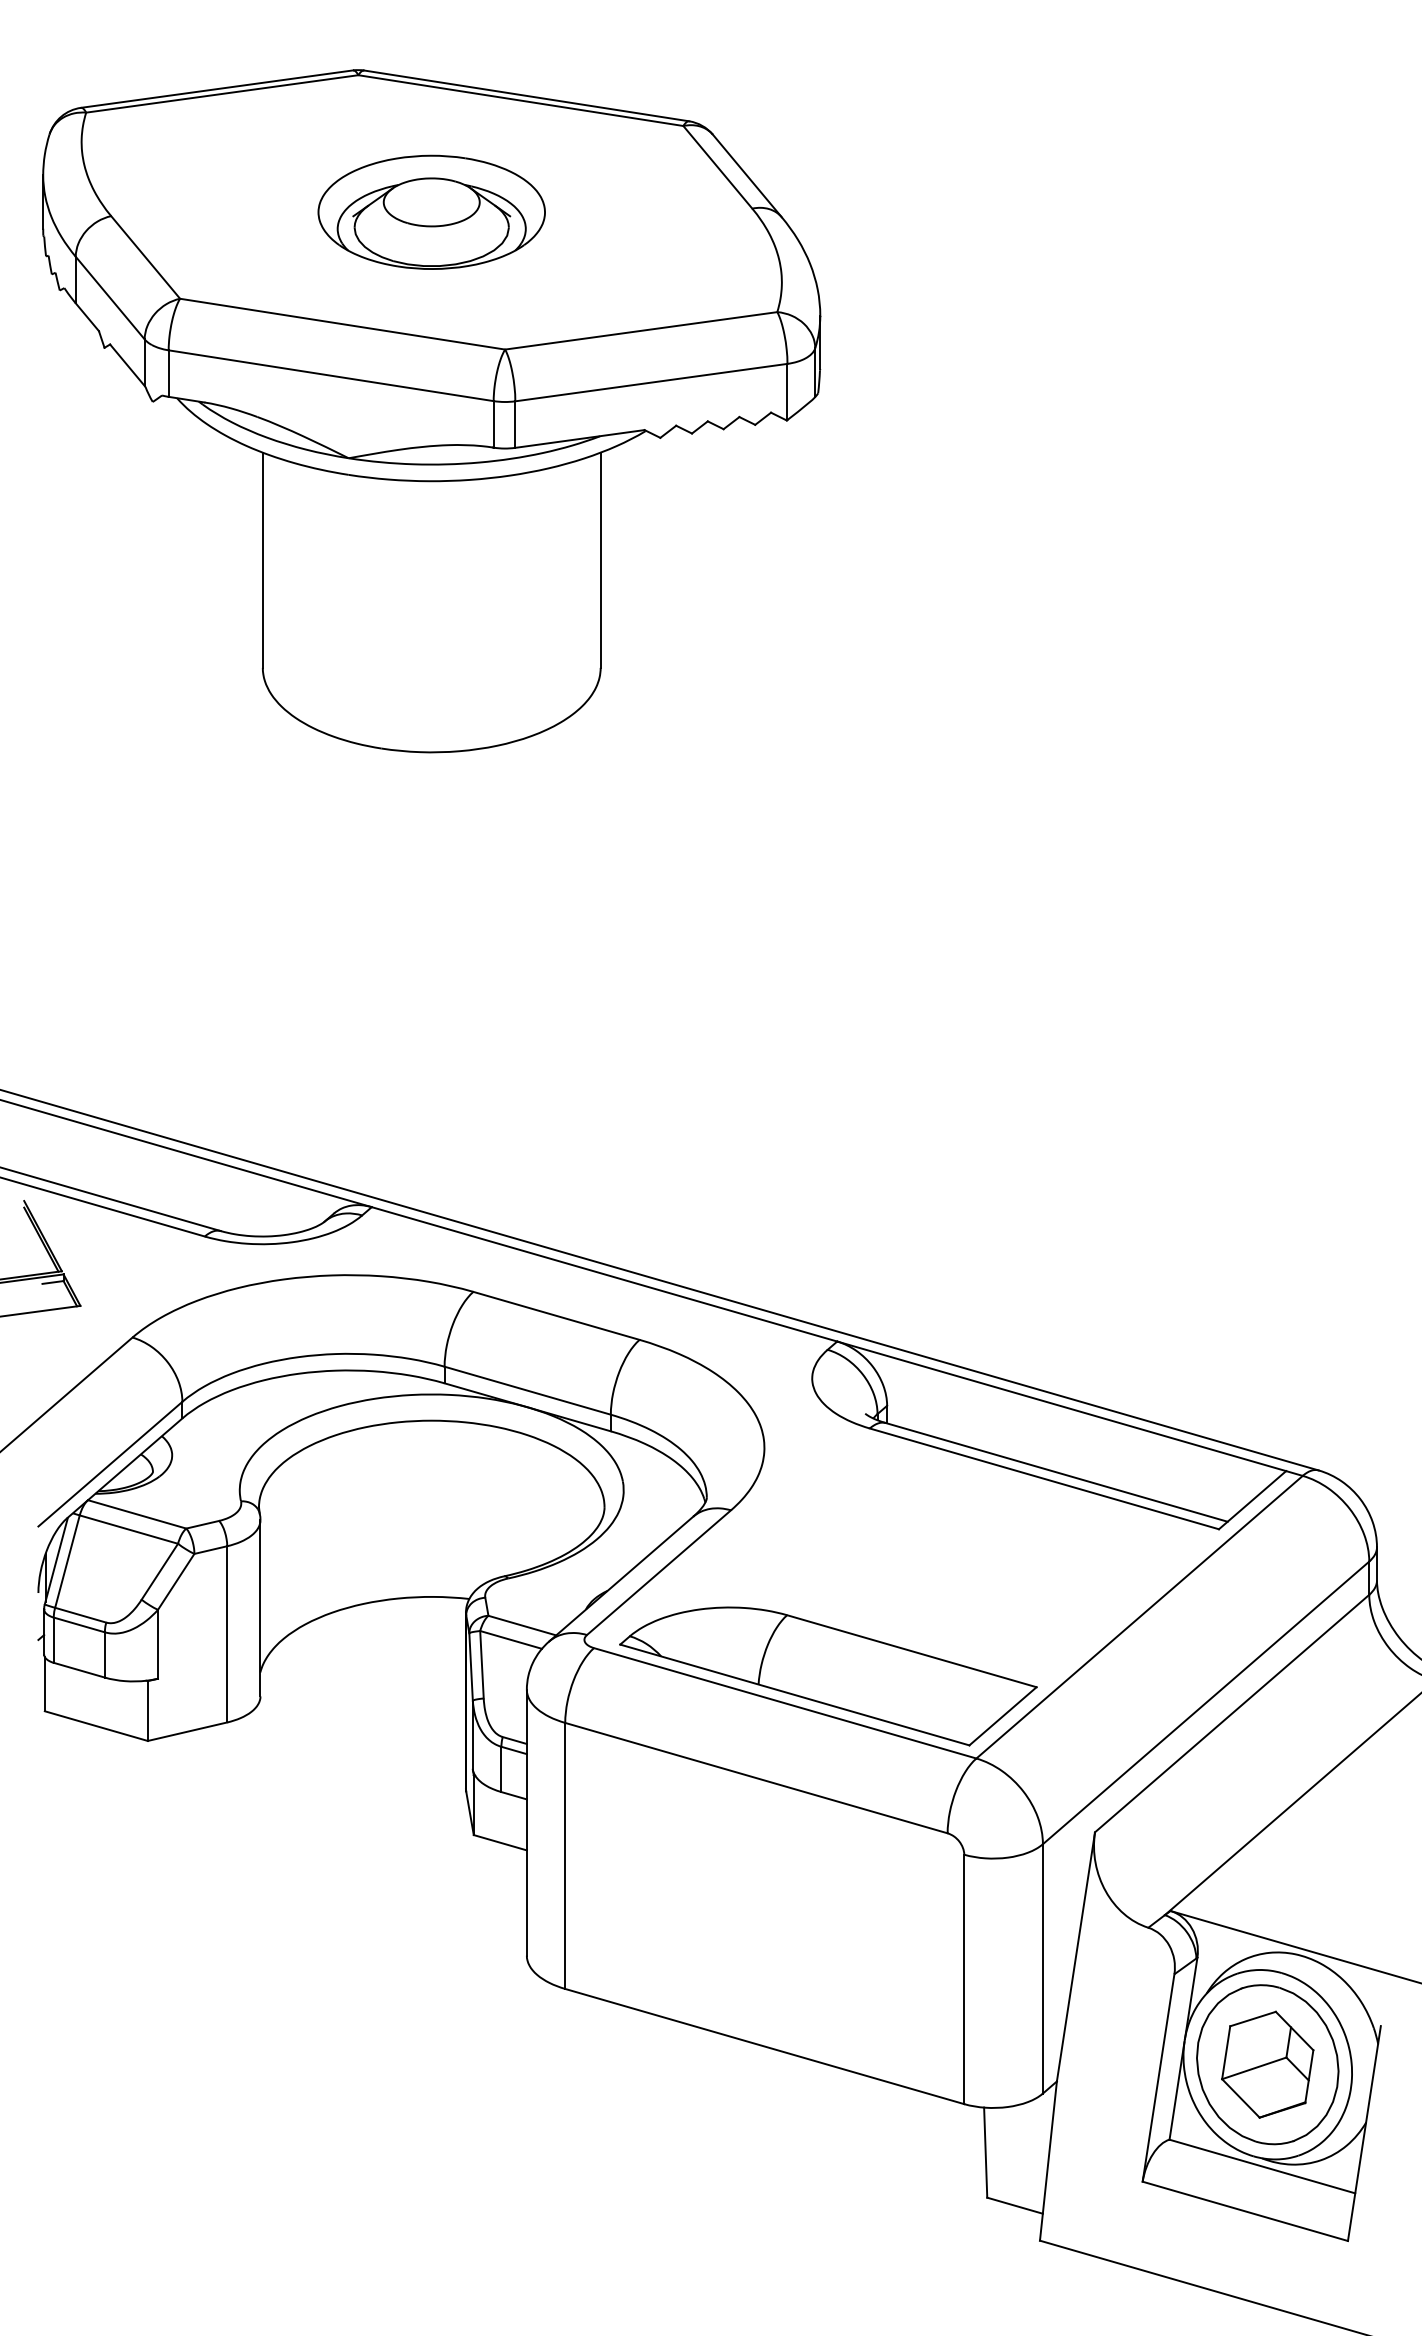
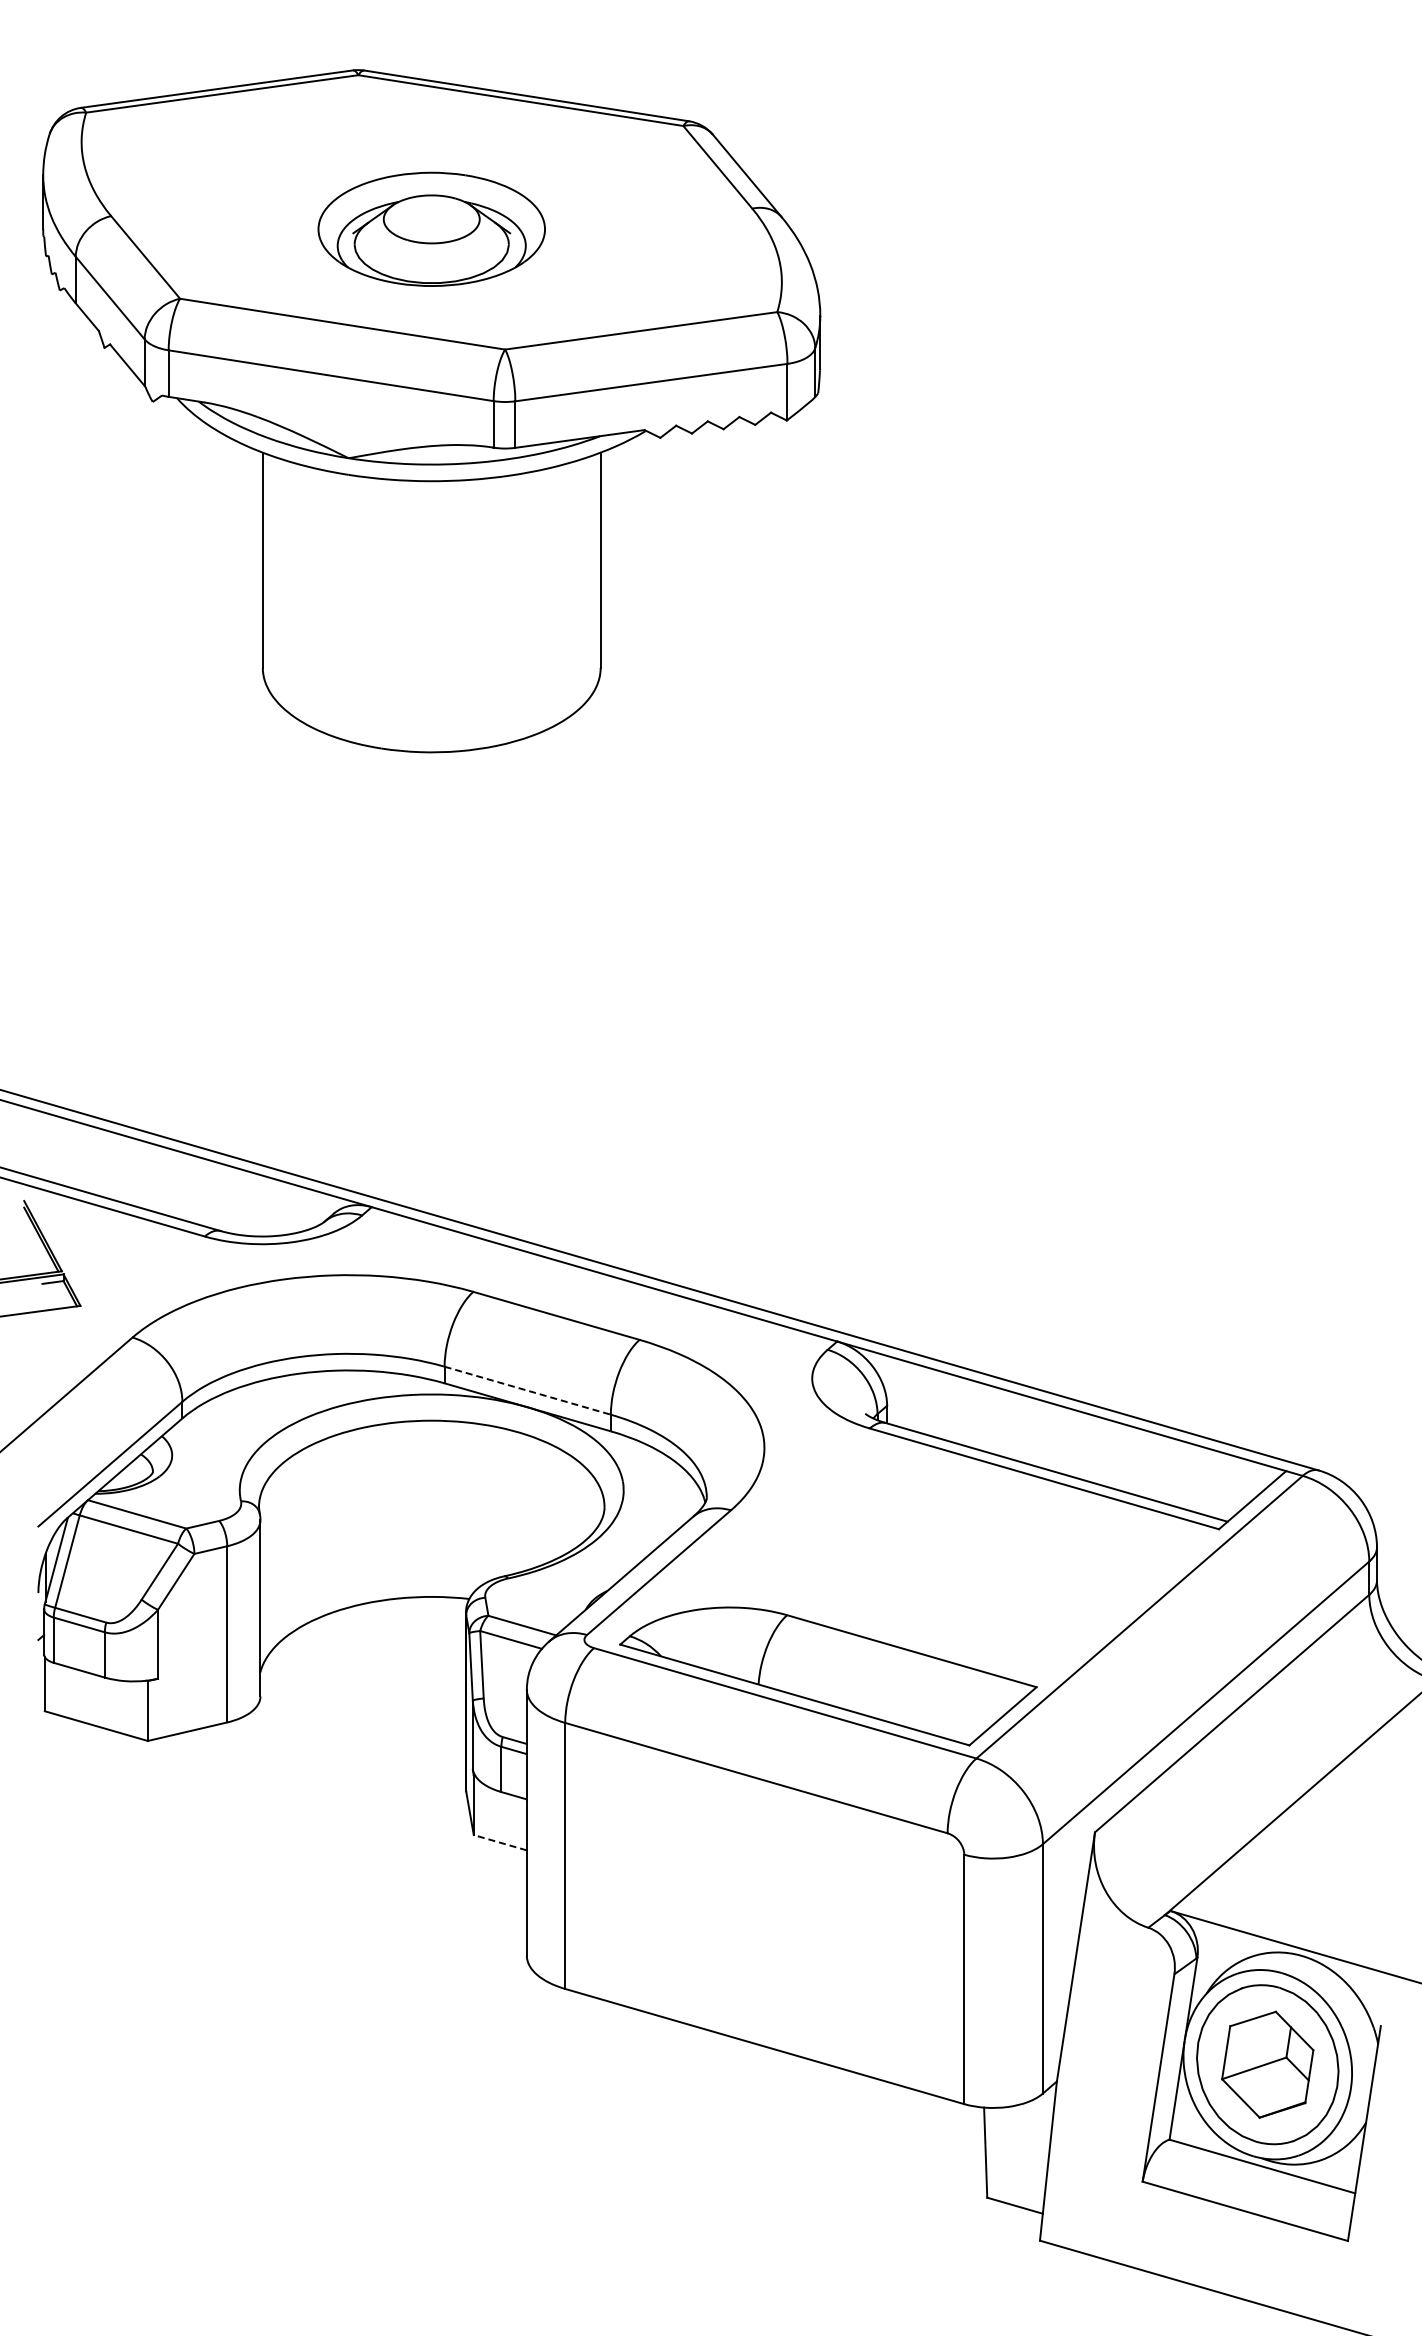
part at (431, 211) position: (431, 211) -> (431, 228)
line at (527, 1390): solid -> dashed
line at (500, 1842): solid -> dashed
